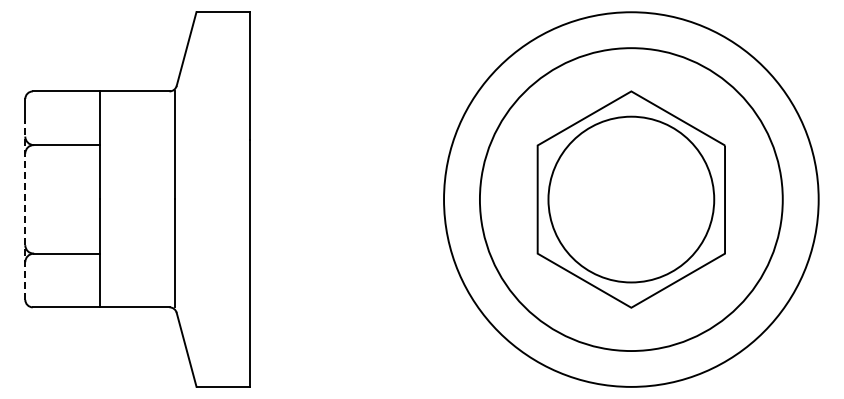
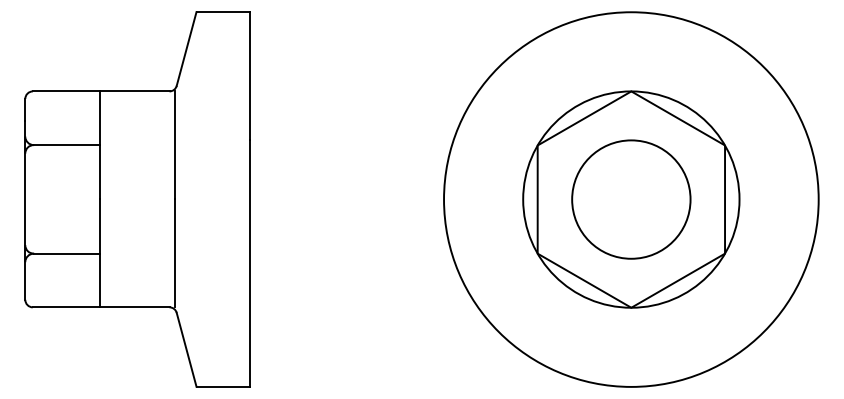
circle at (630, 199) diameter: 303 px -> 216 px
circle at (631, 199) diameter: 166 px -> 118 px
line at (25, 209): dashed -> solid
